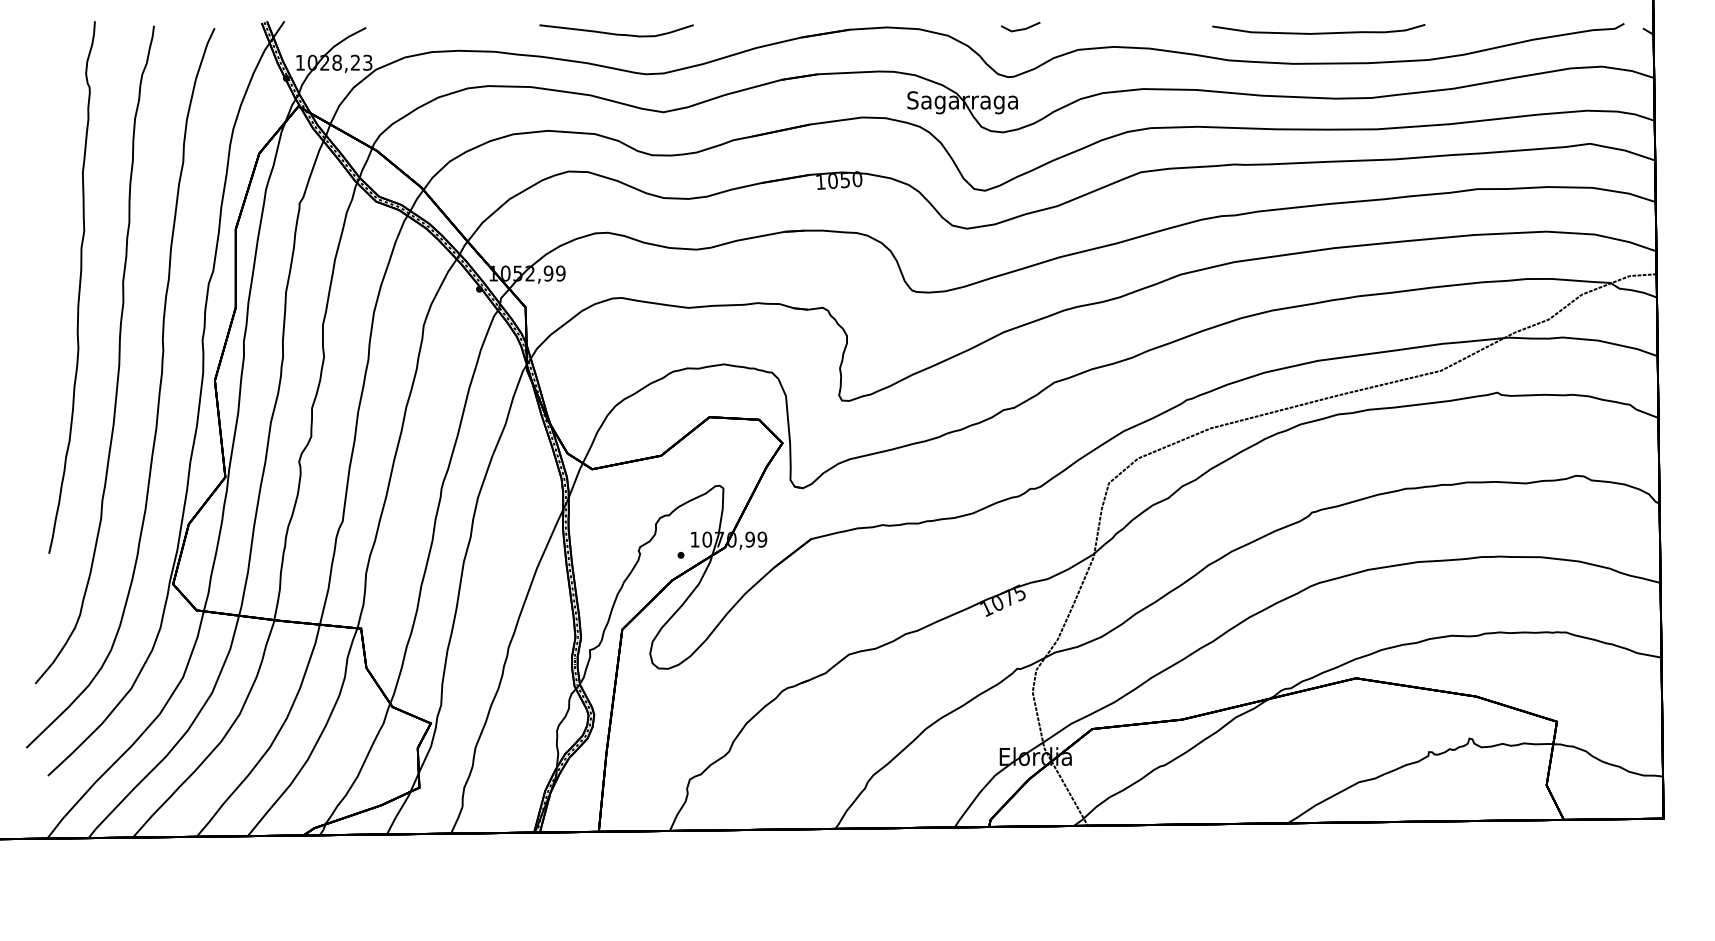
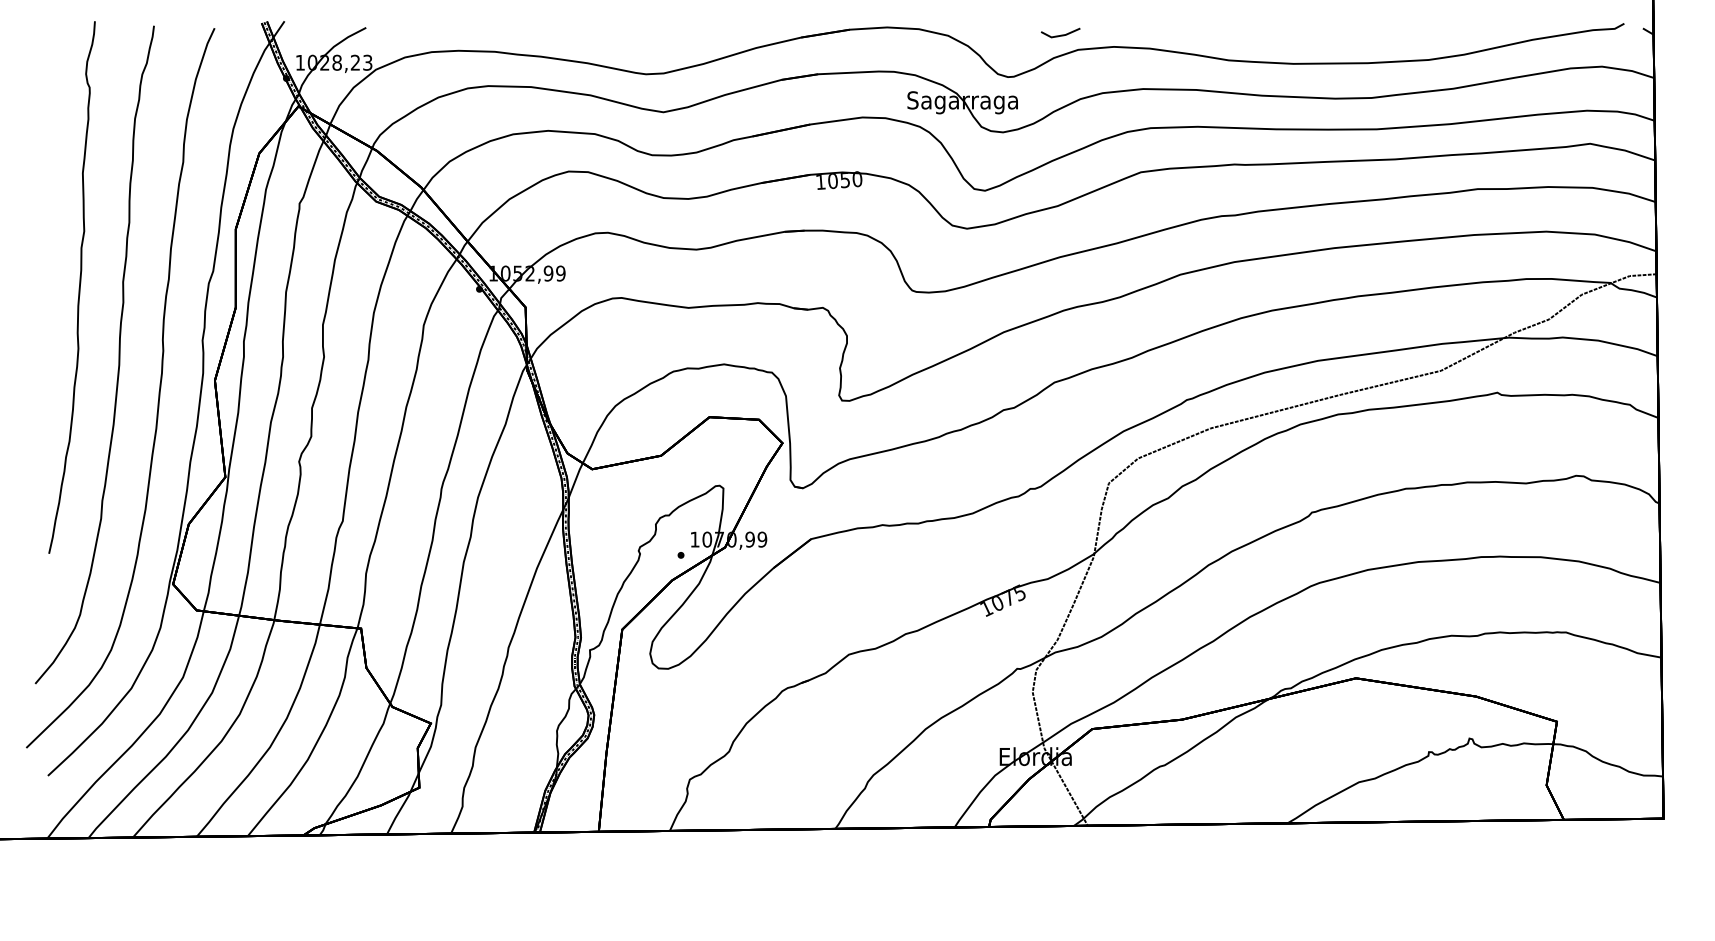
line at (1020, 28) position: (1020, 28) -> (1060, 34)
curve at (1318, 32): present -> none
curve at (616, 33): present -> none
